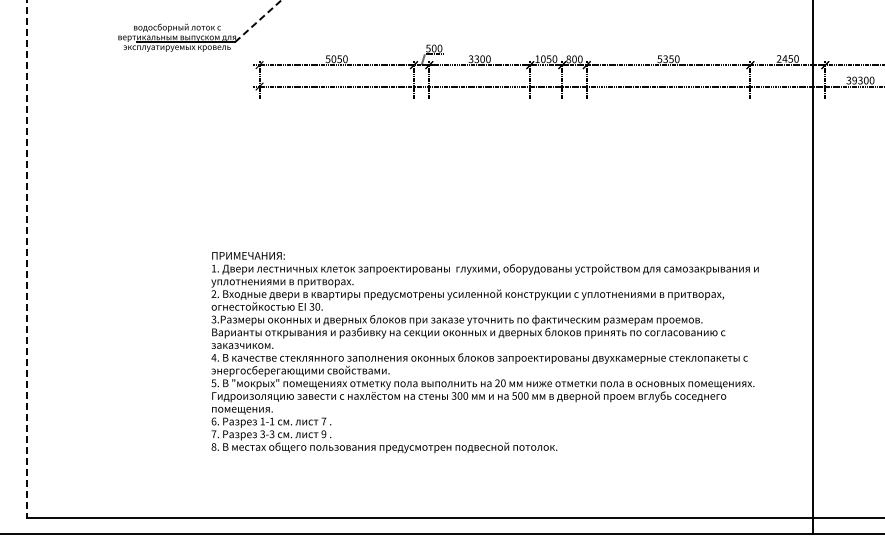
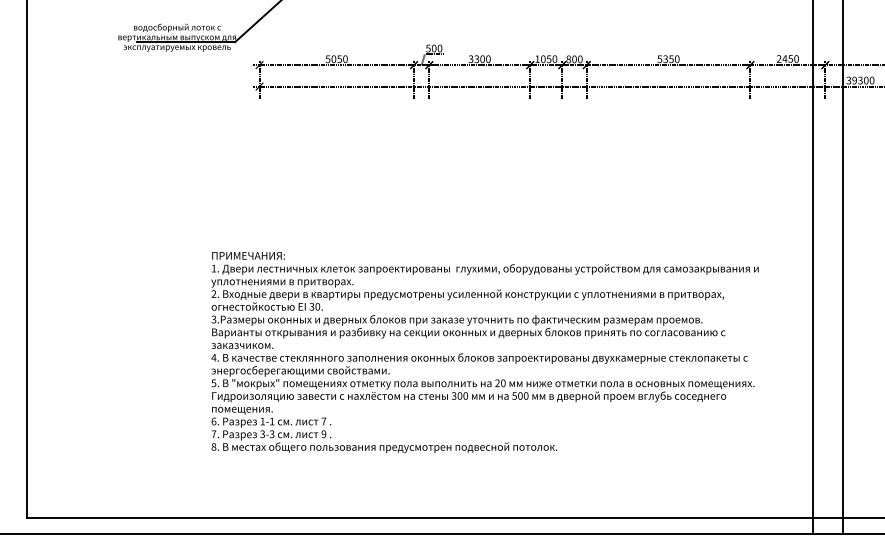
line at (258, 21): dashed -> solid
line at (26, 259): dashed -> solid
line at (843, 267): none -> present
